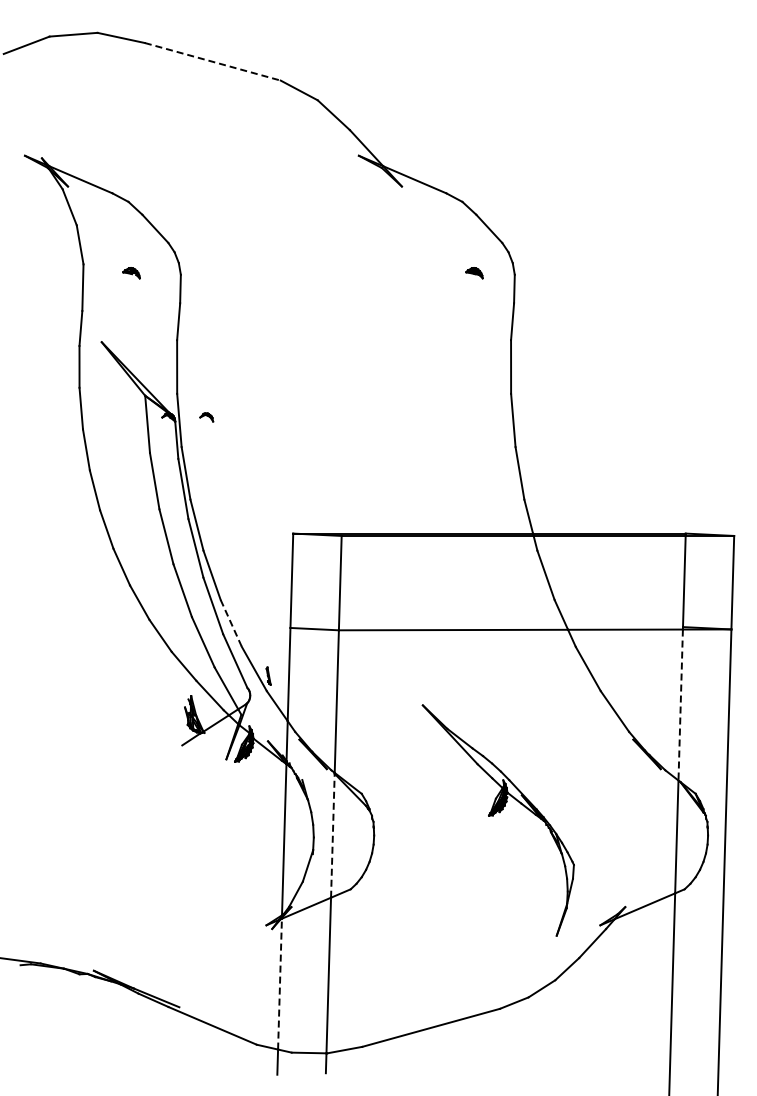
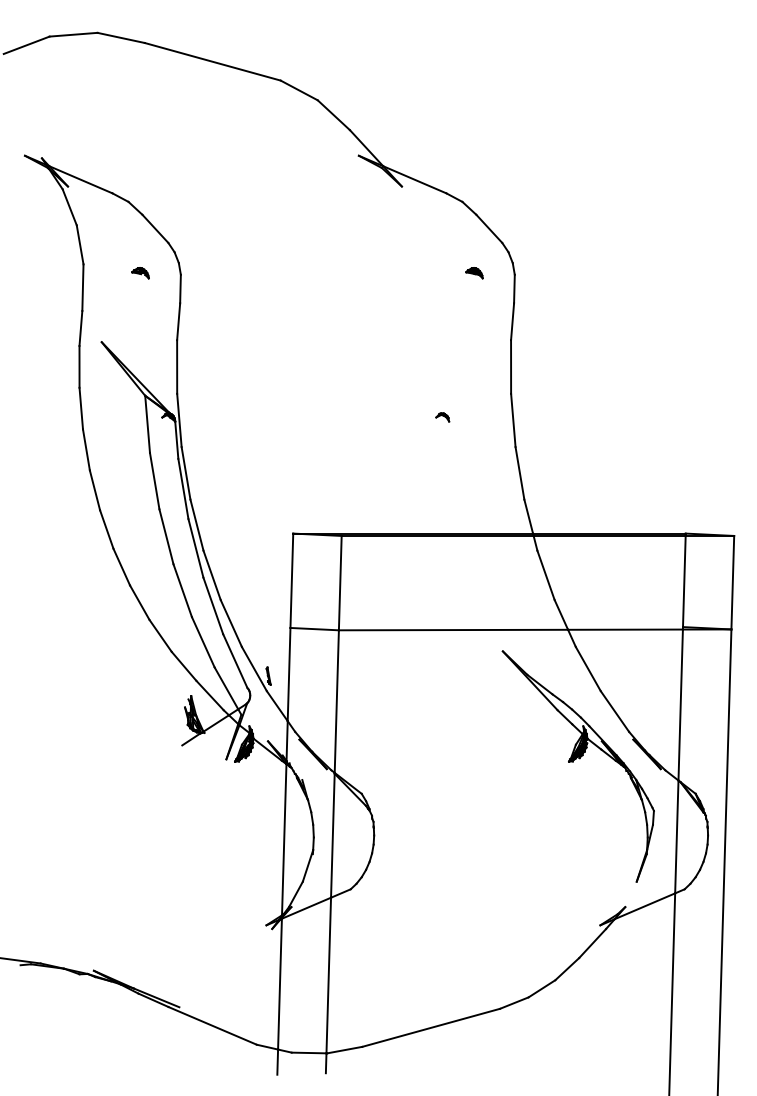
line at (213, 61): dashed -> solid
part at (131, 273) position: (131, 273) -> (140, 273)
part at (206, 417) position: (206, 417) -> (442, 417)
line at (231, 623): dashed -> solid
line at (680, 705): dashed -> solid
part at (497, 820) position: (497, 820) -> (577, 766)
line at (332, 835): dashed -> solid
line at (280, 983): dashed -> solid
